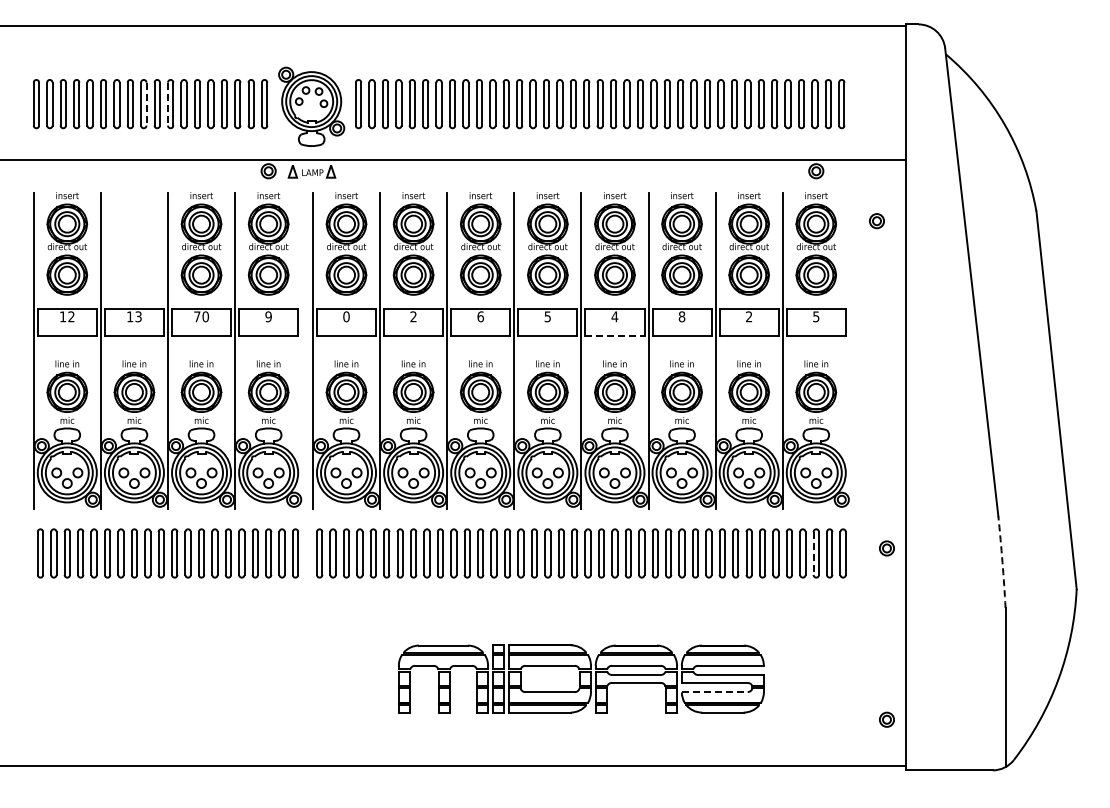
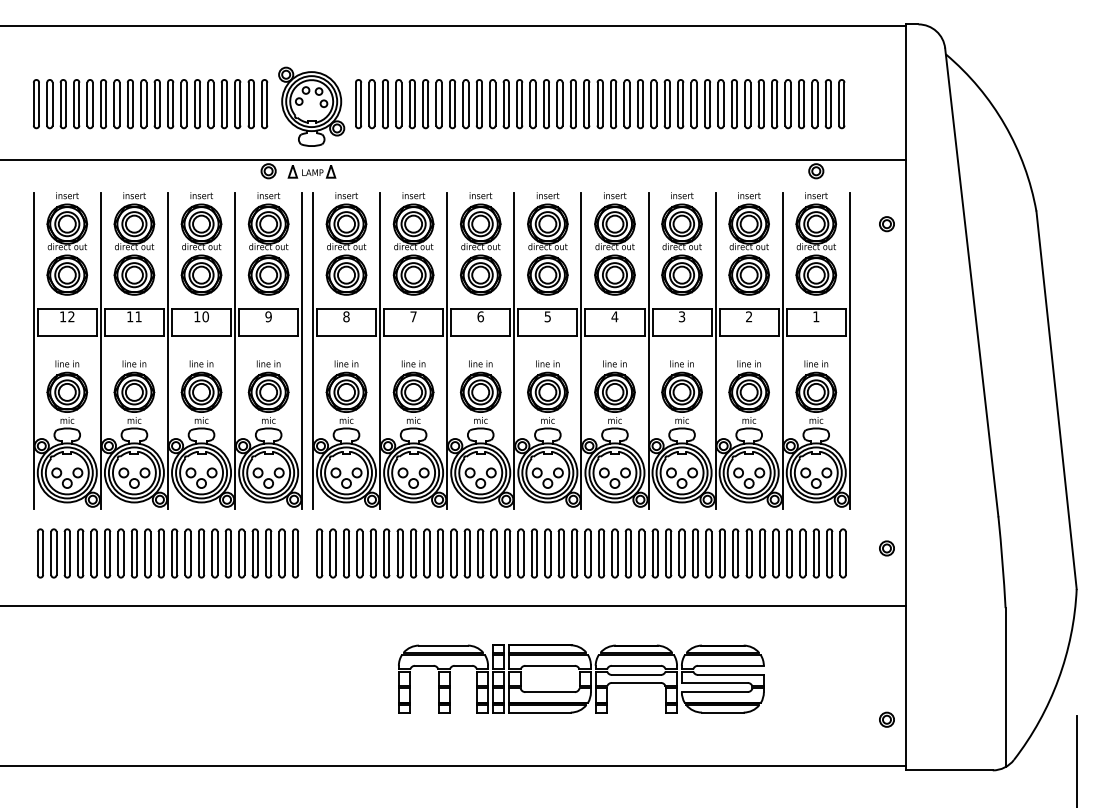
line at (146, 104): dashed -> solid
line at (167, 104): dashed -> solid
part at (876, 221) position: (876, 221) -> (886, 224)
part at (134, 243): none -> present
text at (138, 316): 13 -> 11
text at (197, 316): 70 -> 10
text at (346, 316): 0 -> 8
text at (413, 316): 2 -> 7
text at (681, 316): 8 -> 3
text at (816, 316): 5 -> 1
line at (614, 335): dashed -> solid
line at (302, 350): none -> present
line at (849, 350): none -> present
line at (813, 553): dashed -> solid
arc at (1002, 562): dashed -> solid
line at (454, 606): none -> present
line at (714, 692): dashed -> solid
line at (1076, 759): none -> present
